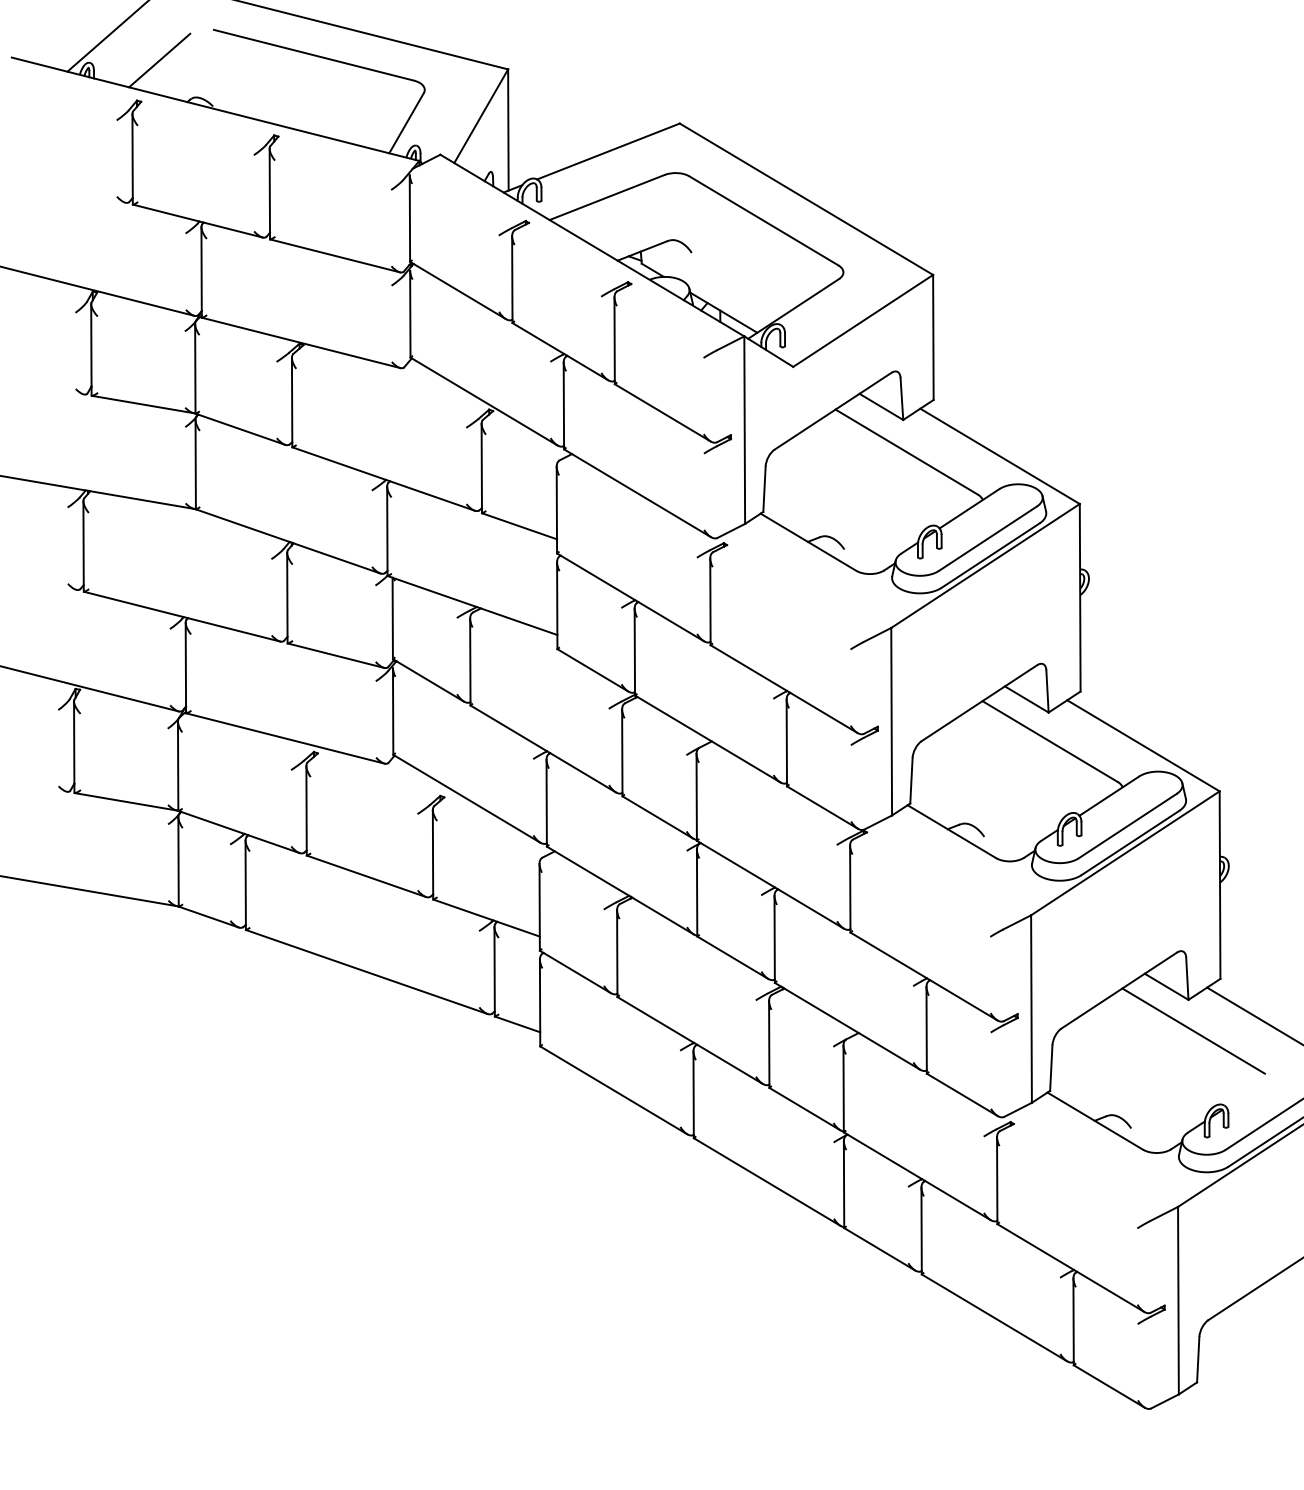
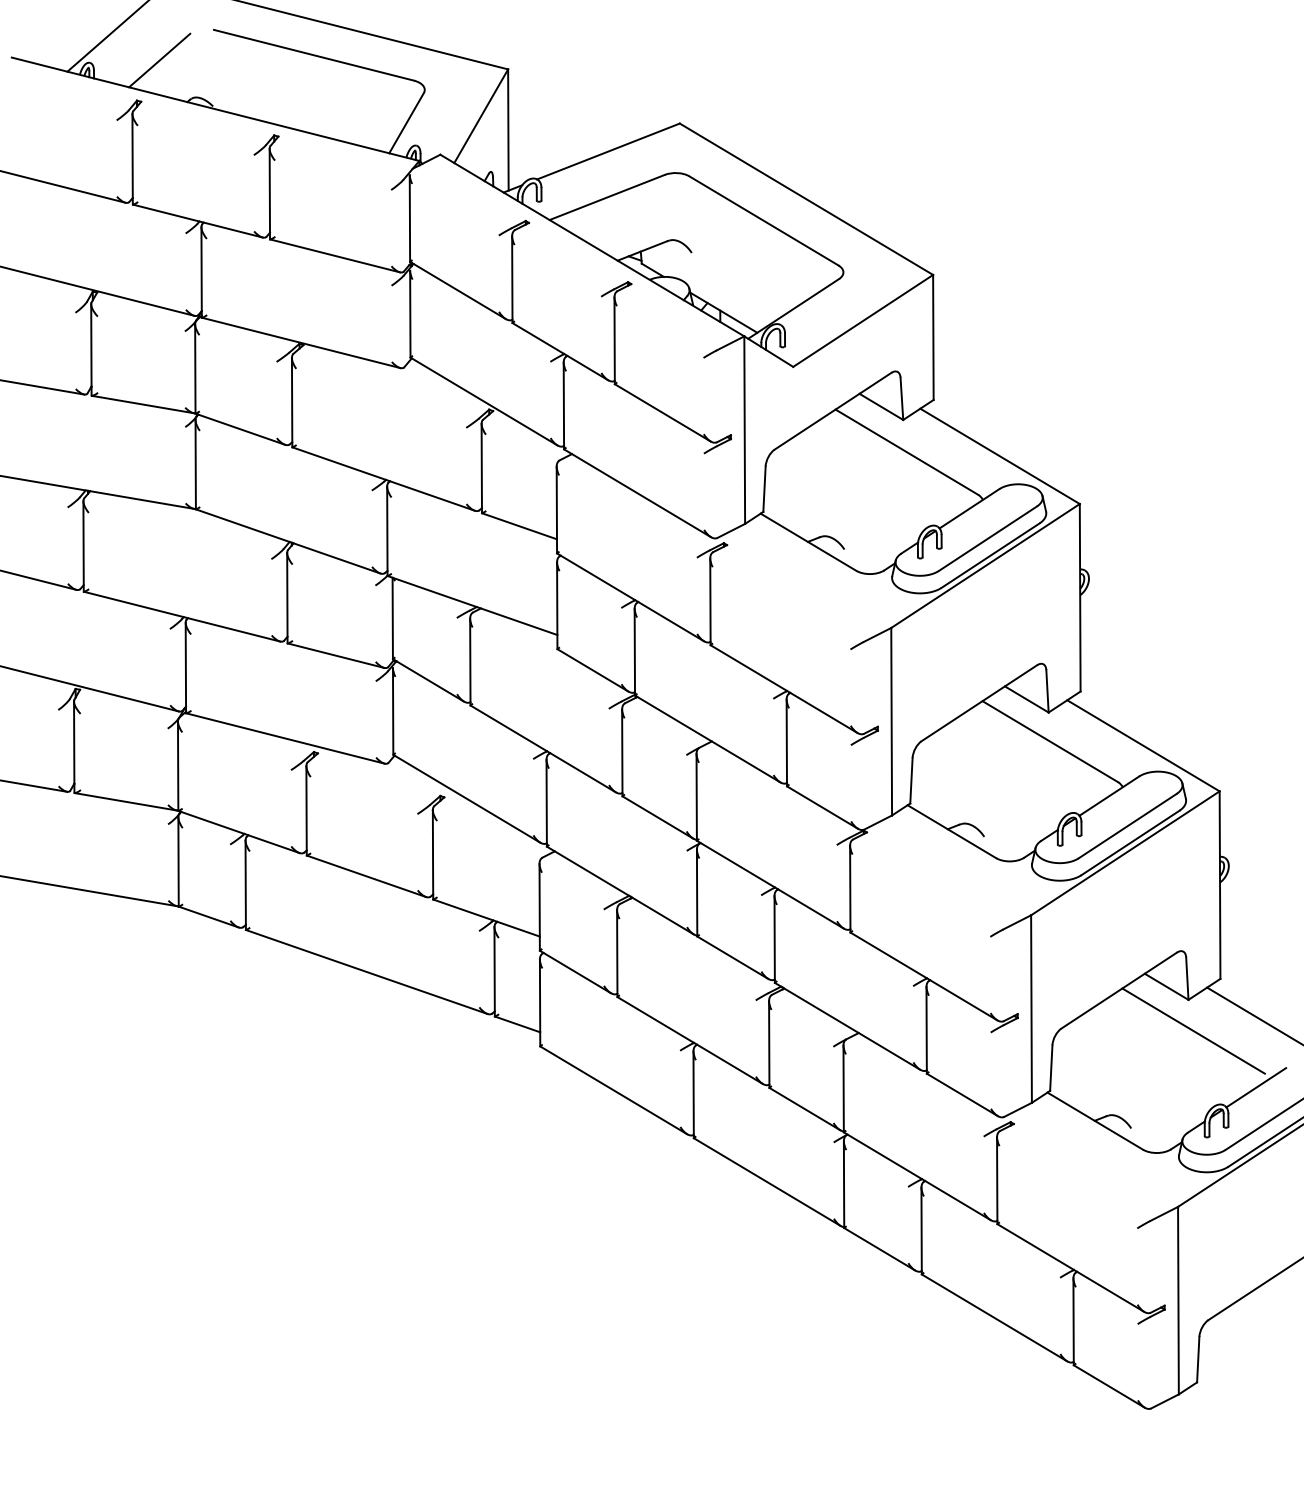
line at (63, 186): none -> present
line at (43, 387): none -> present
line at (39, 580): none -> present
line at (34, 785): none -> present
line at (1256, 1087): none -> present
